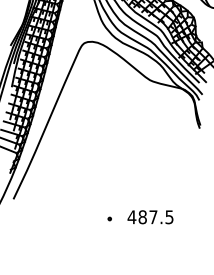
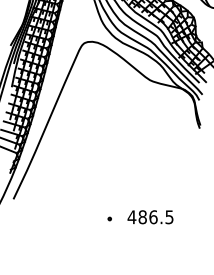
text at (153, 217): 487.5 -> 486.5
